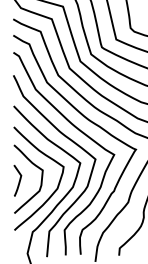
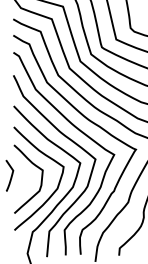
curve at (18, 181) position: (18, 181) -> (10, 176)
